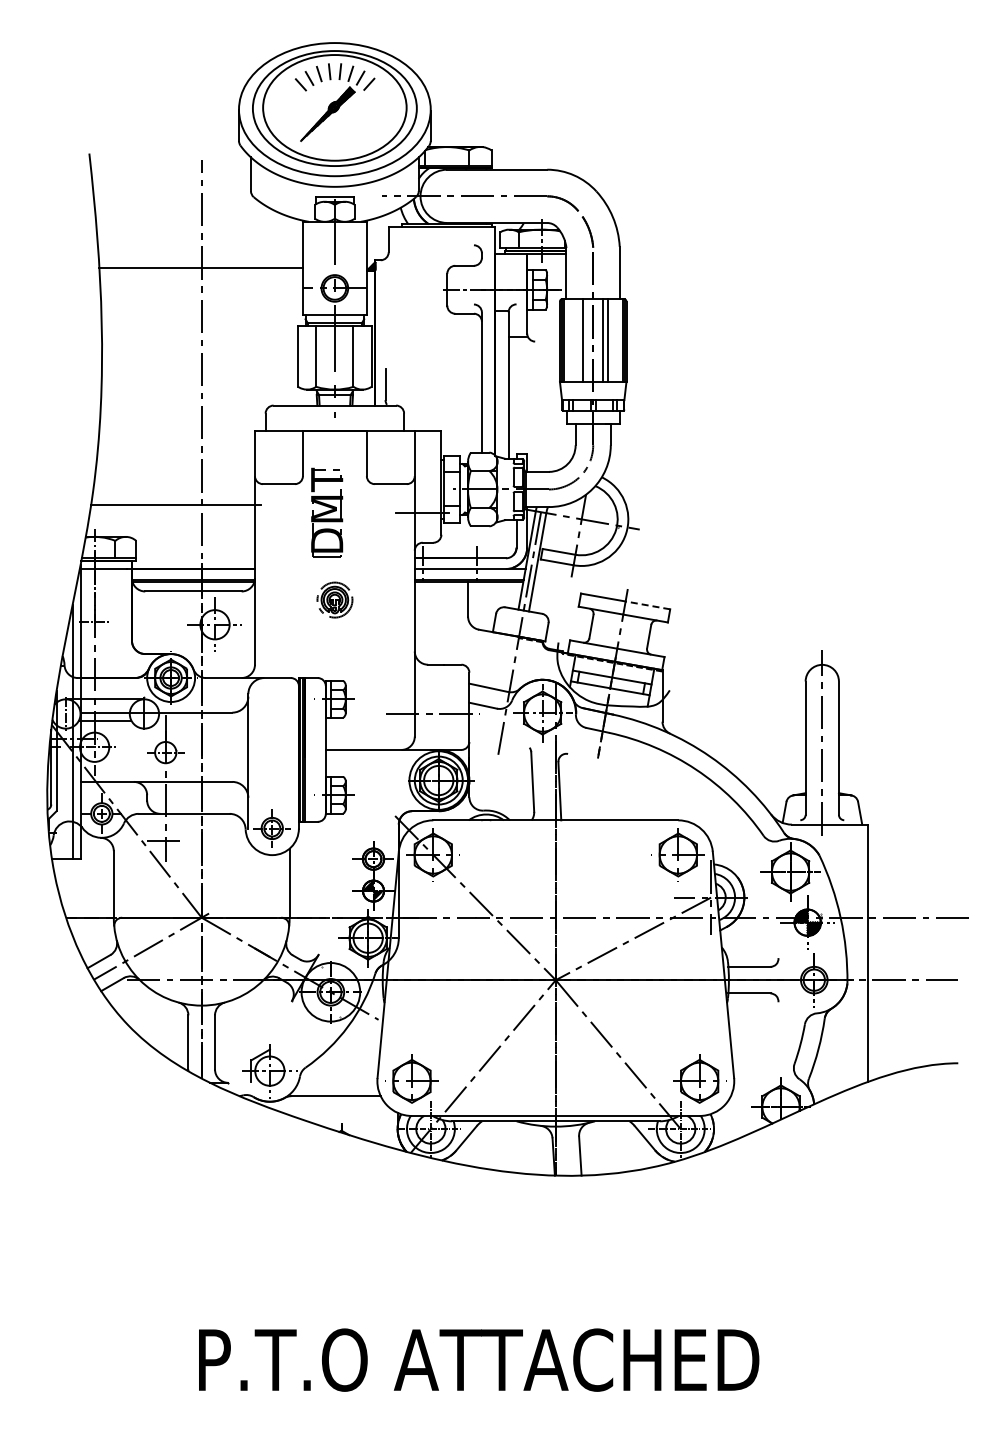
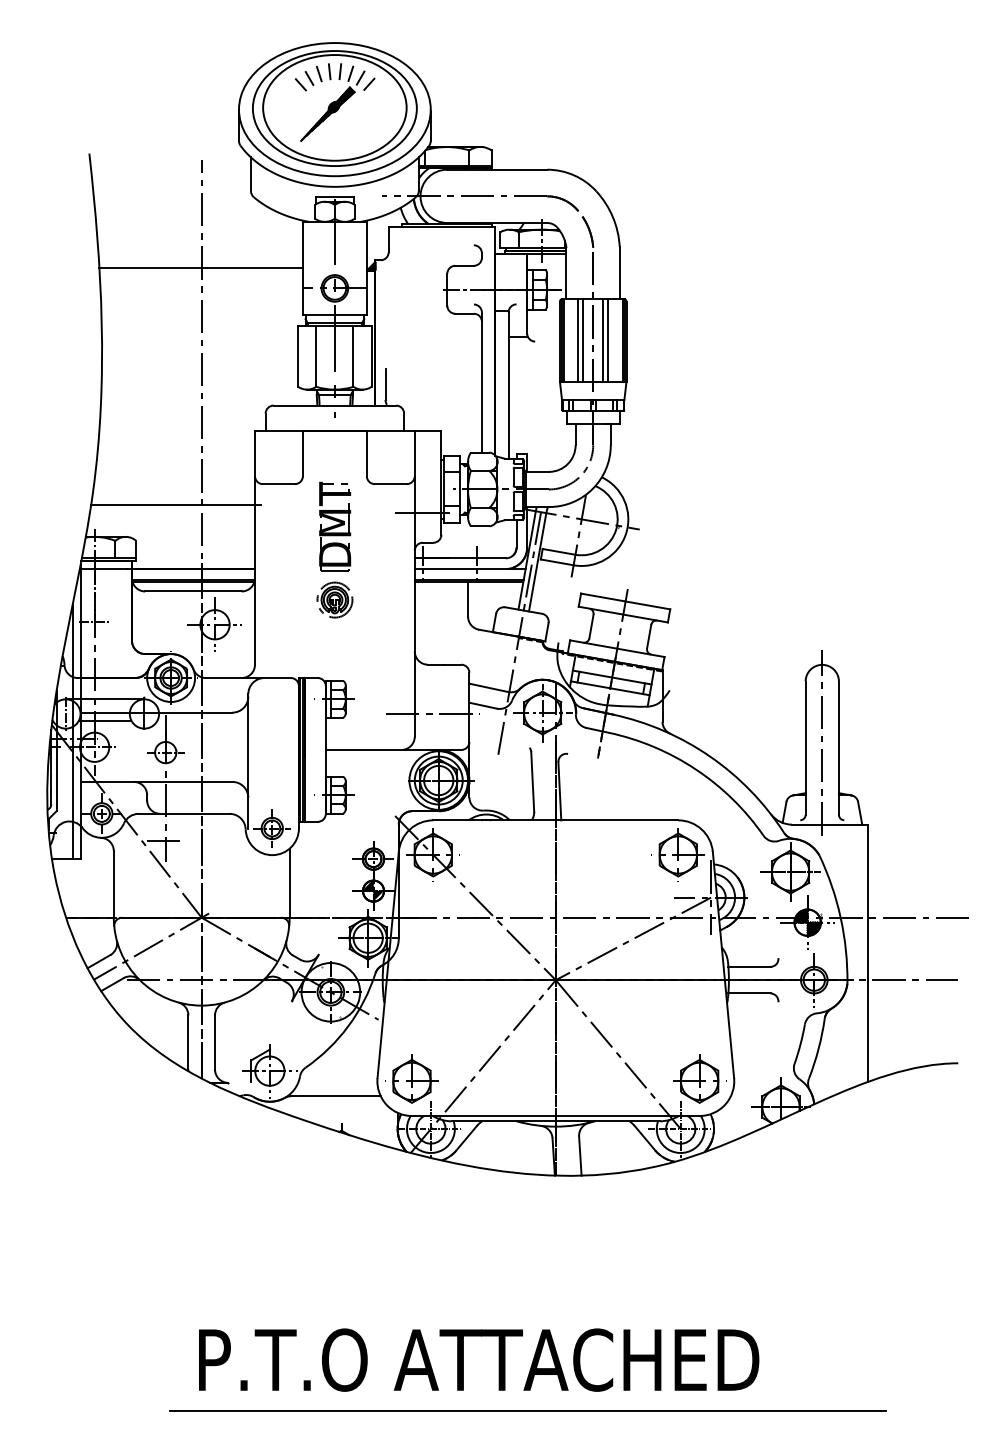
line at (578, 340): none -> present
part at (327, 512) position: (327, 512) -> (335, 526)
line at (647, 605): dashed -> solid
line at (527, 1410): none -> present
